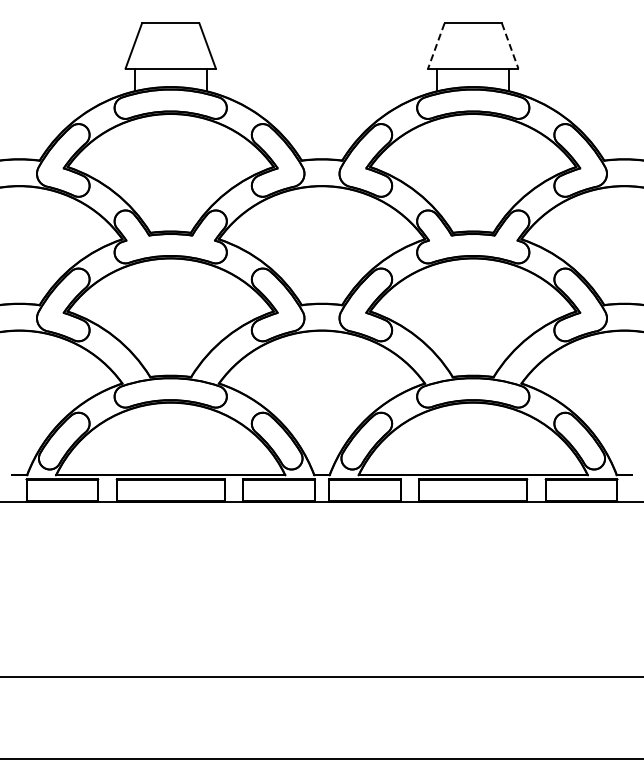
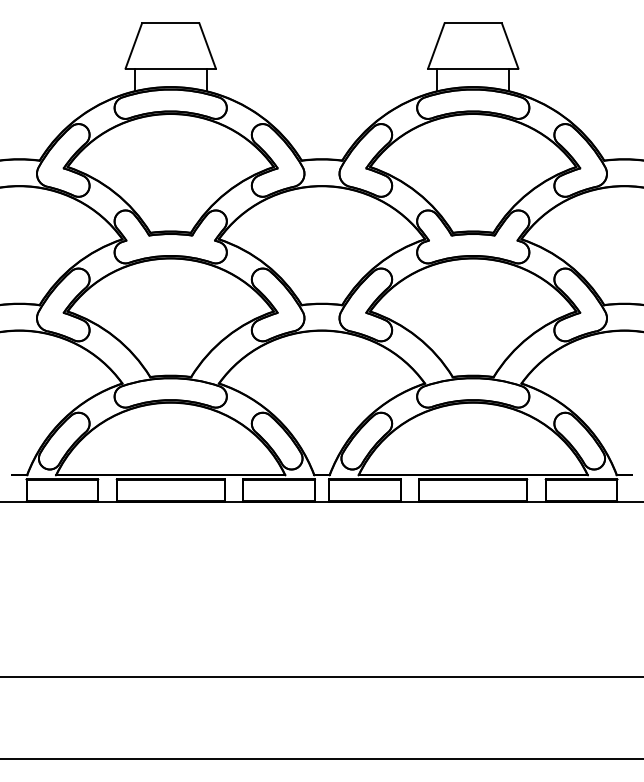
line at (436, 46): dashed -> solid
line at (510, 46): dashed -> solid
